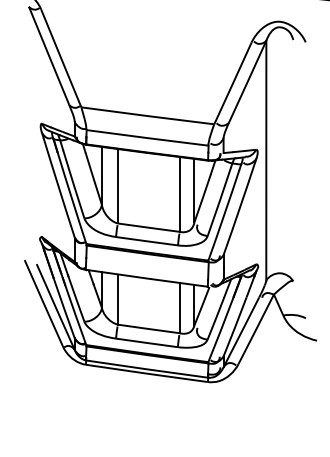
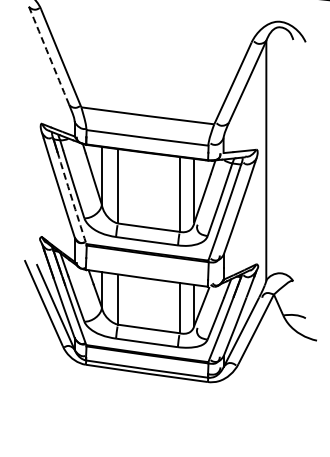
arc at (49, 55): solid -> dashed
arc at (71, 198): solid -> dashed
